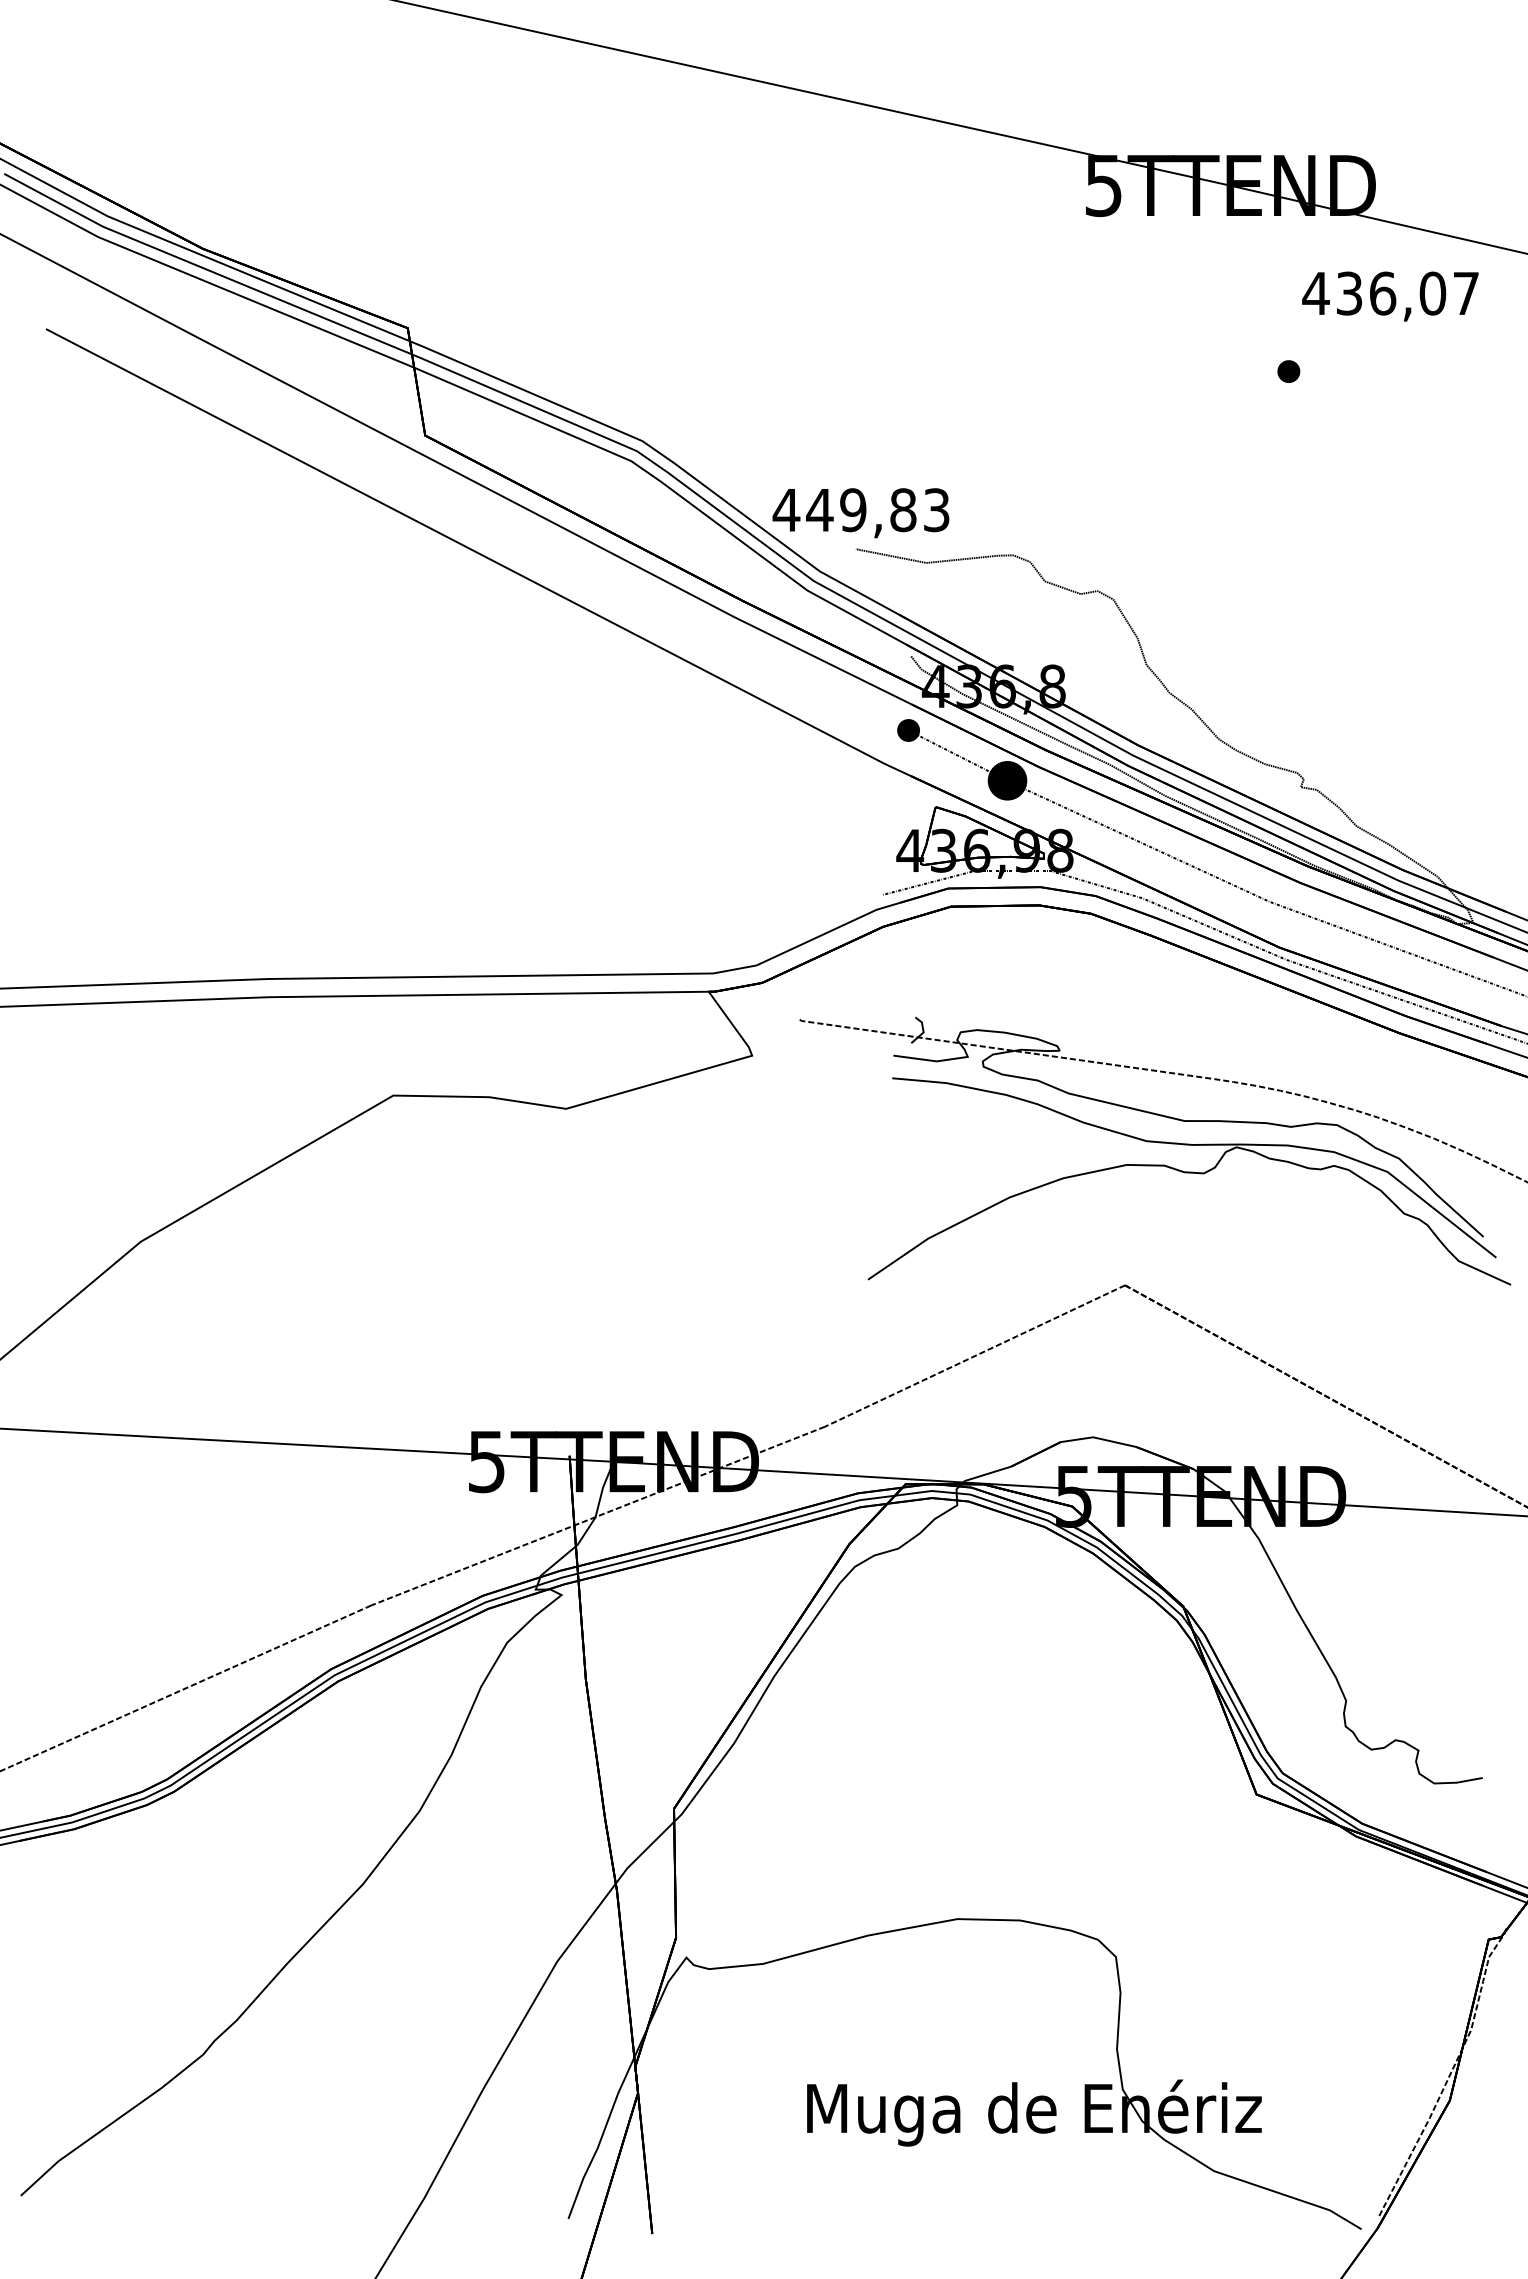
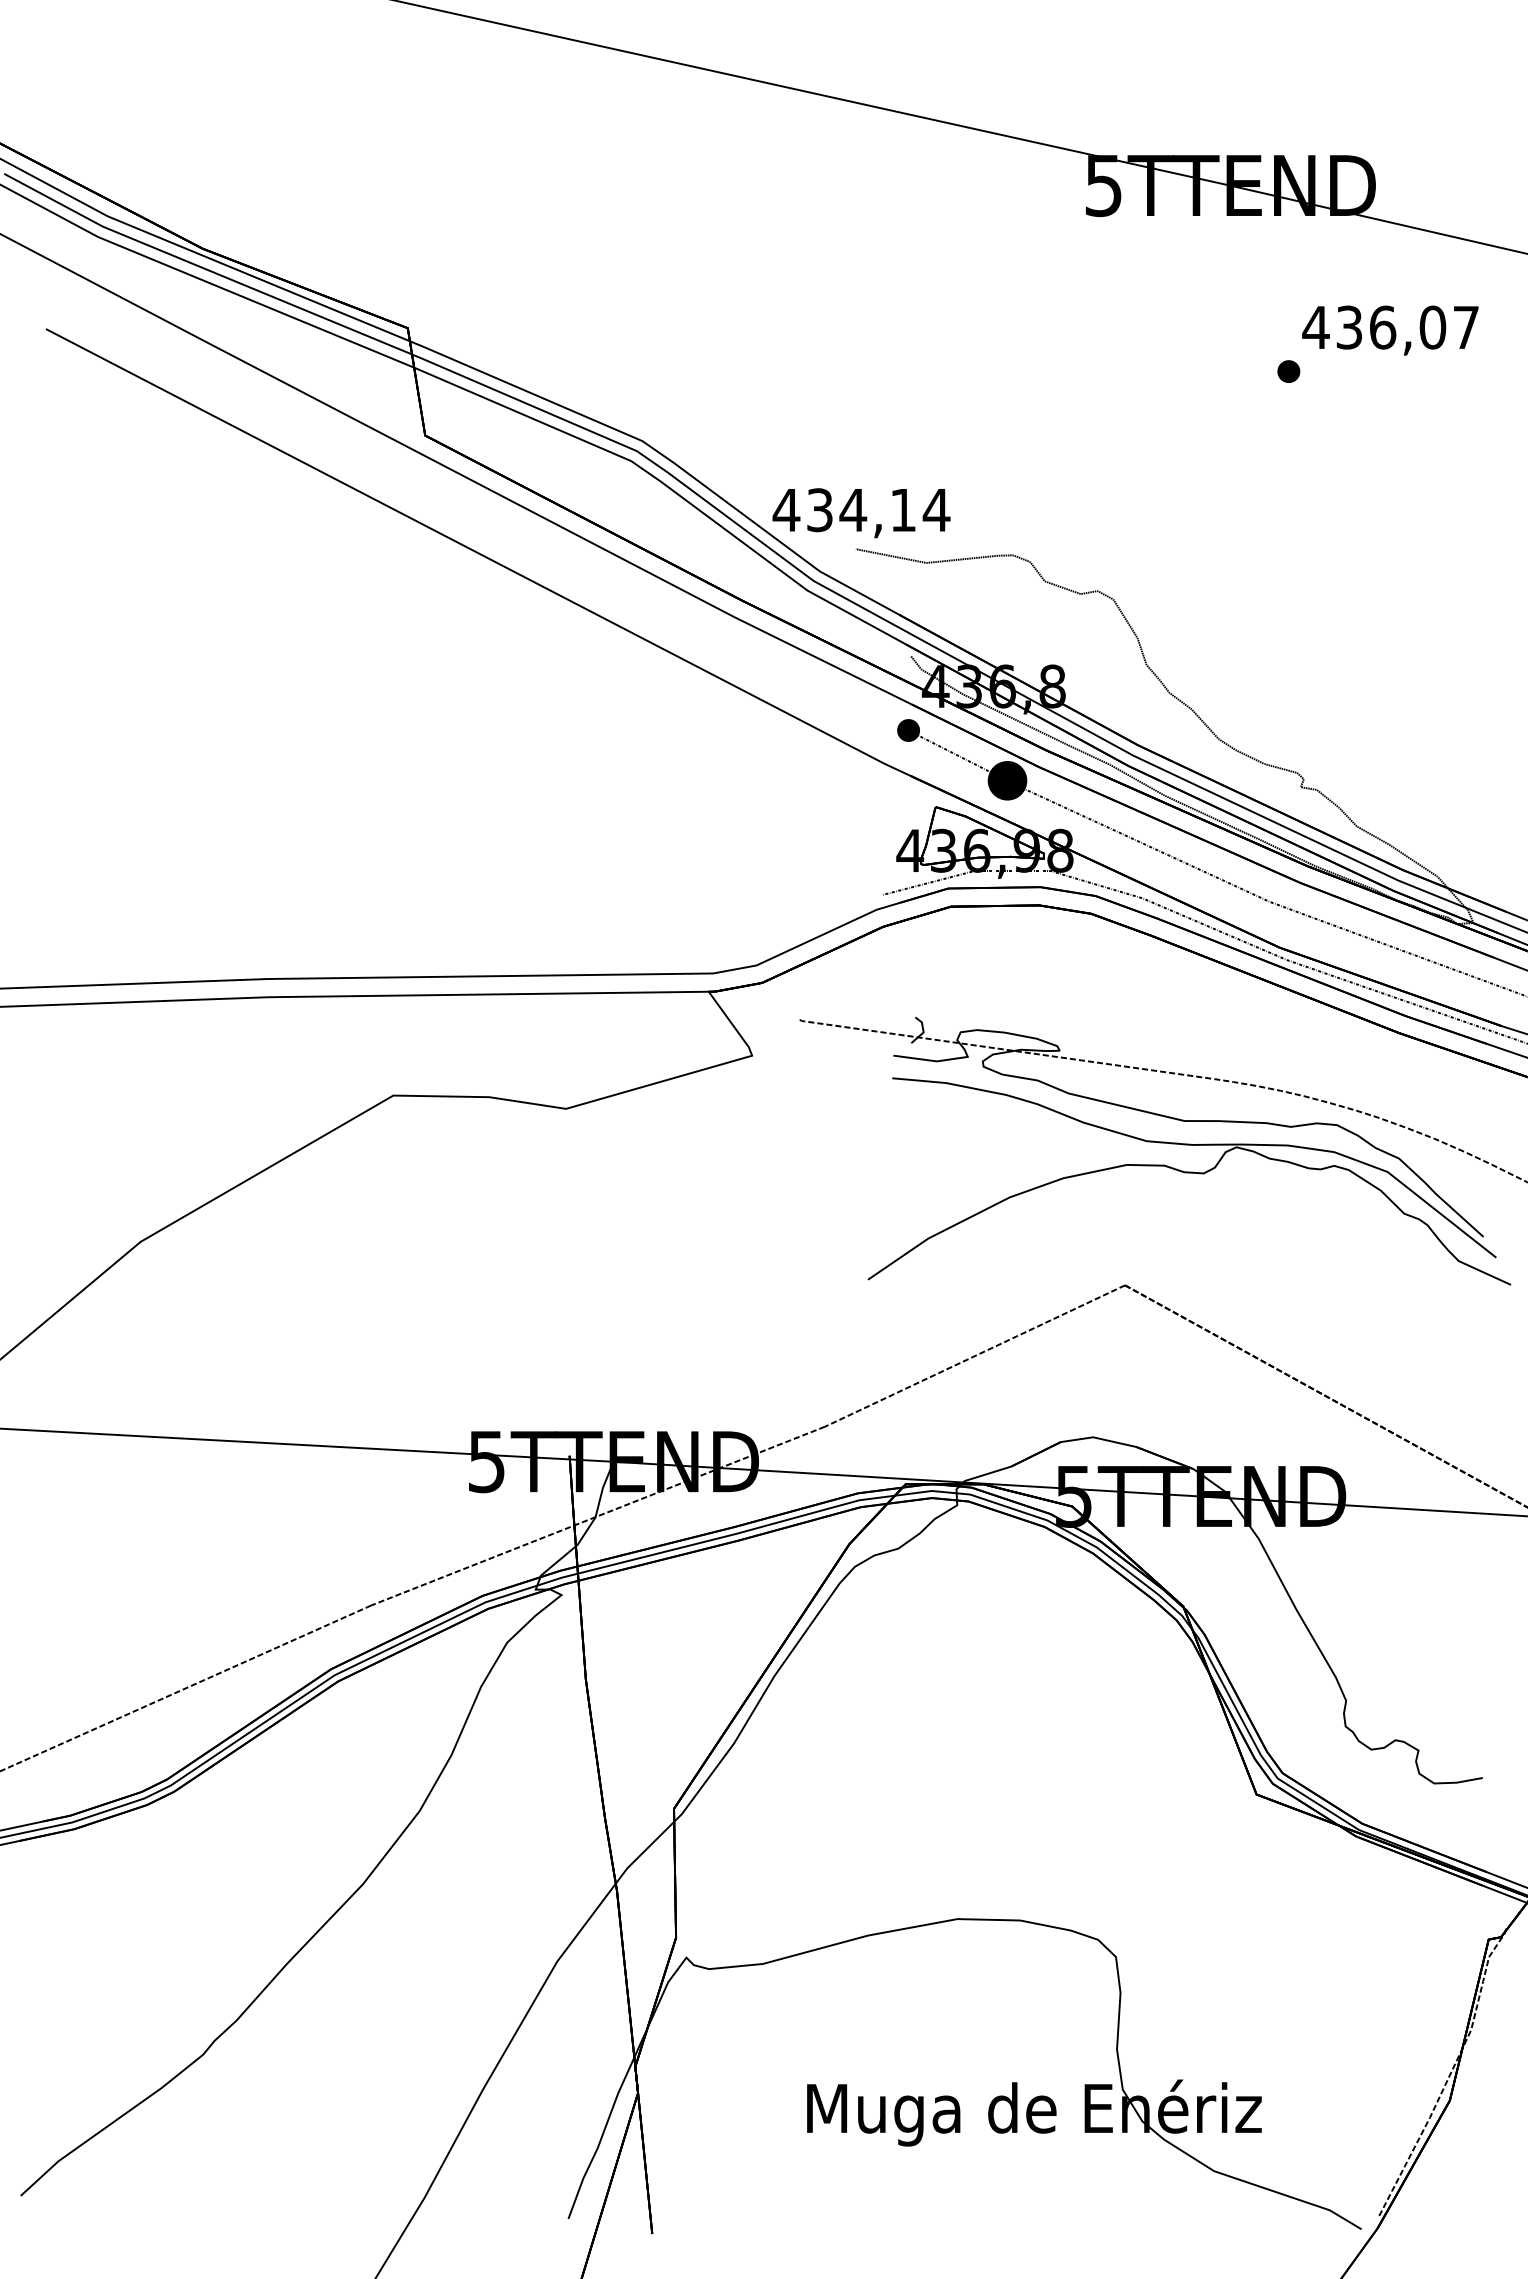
text at (1390, 296) position: (1390, 296) -> (1390, 330)
text at (878, 510): 449,83 -> 434,14
